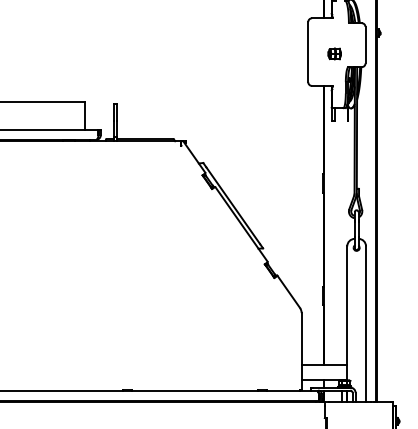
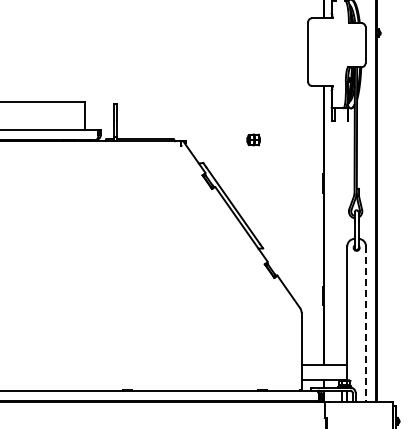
part at (334, 53) position: (334, 53) -> (253, 139)
line at (366, 324): solid -> dashed
